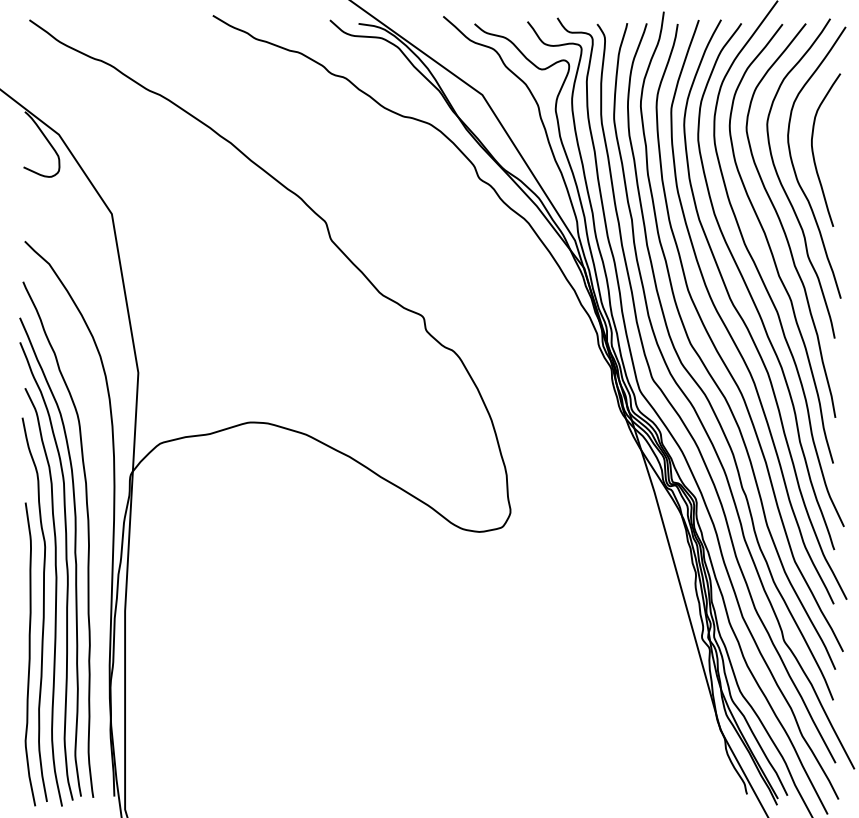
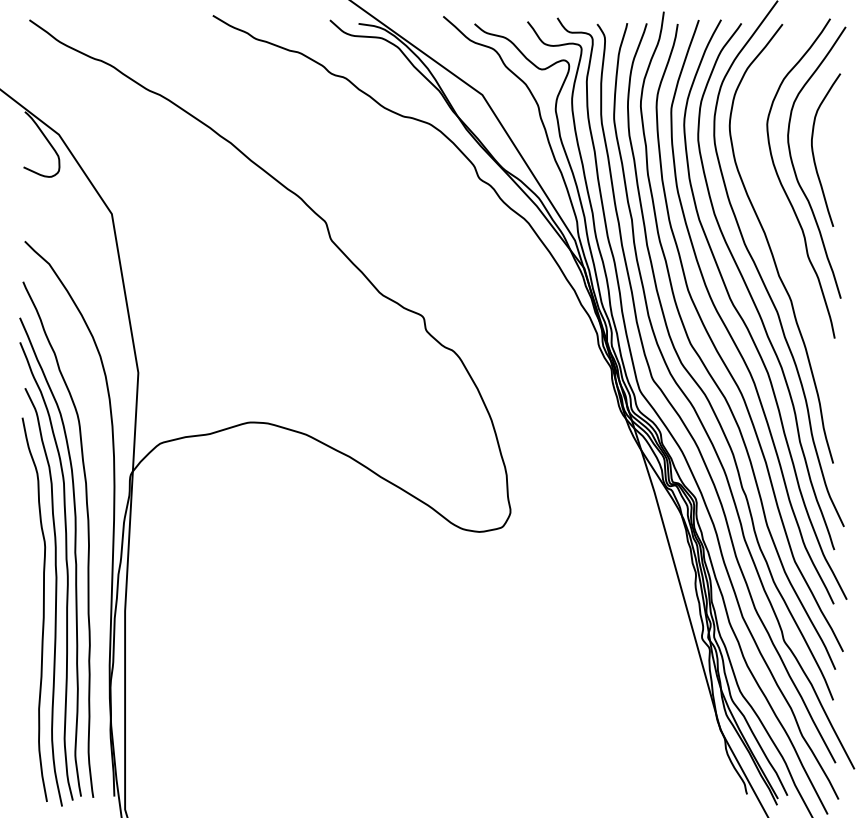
curve at (782, 223): present -> none
curve at (30, 654): present -> none
